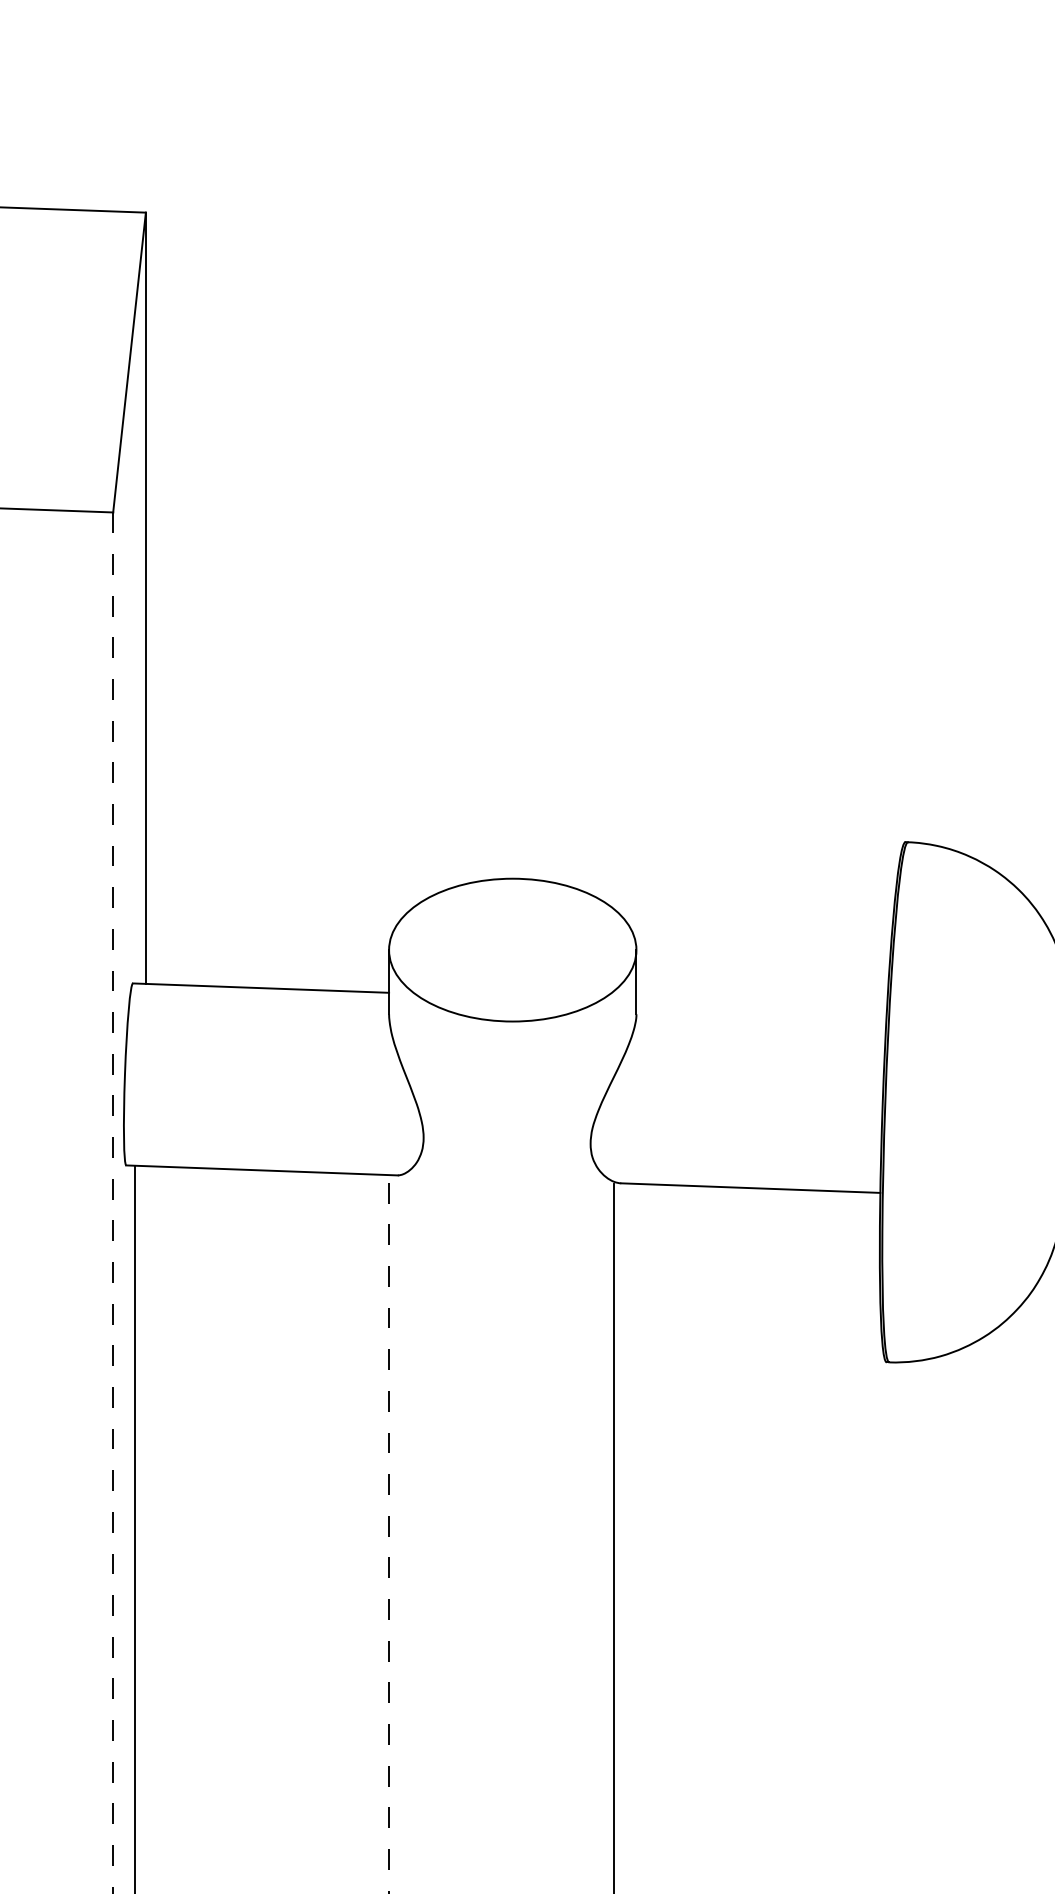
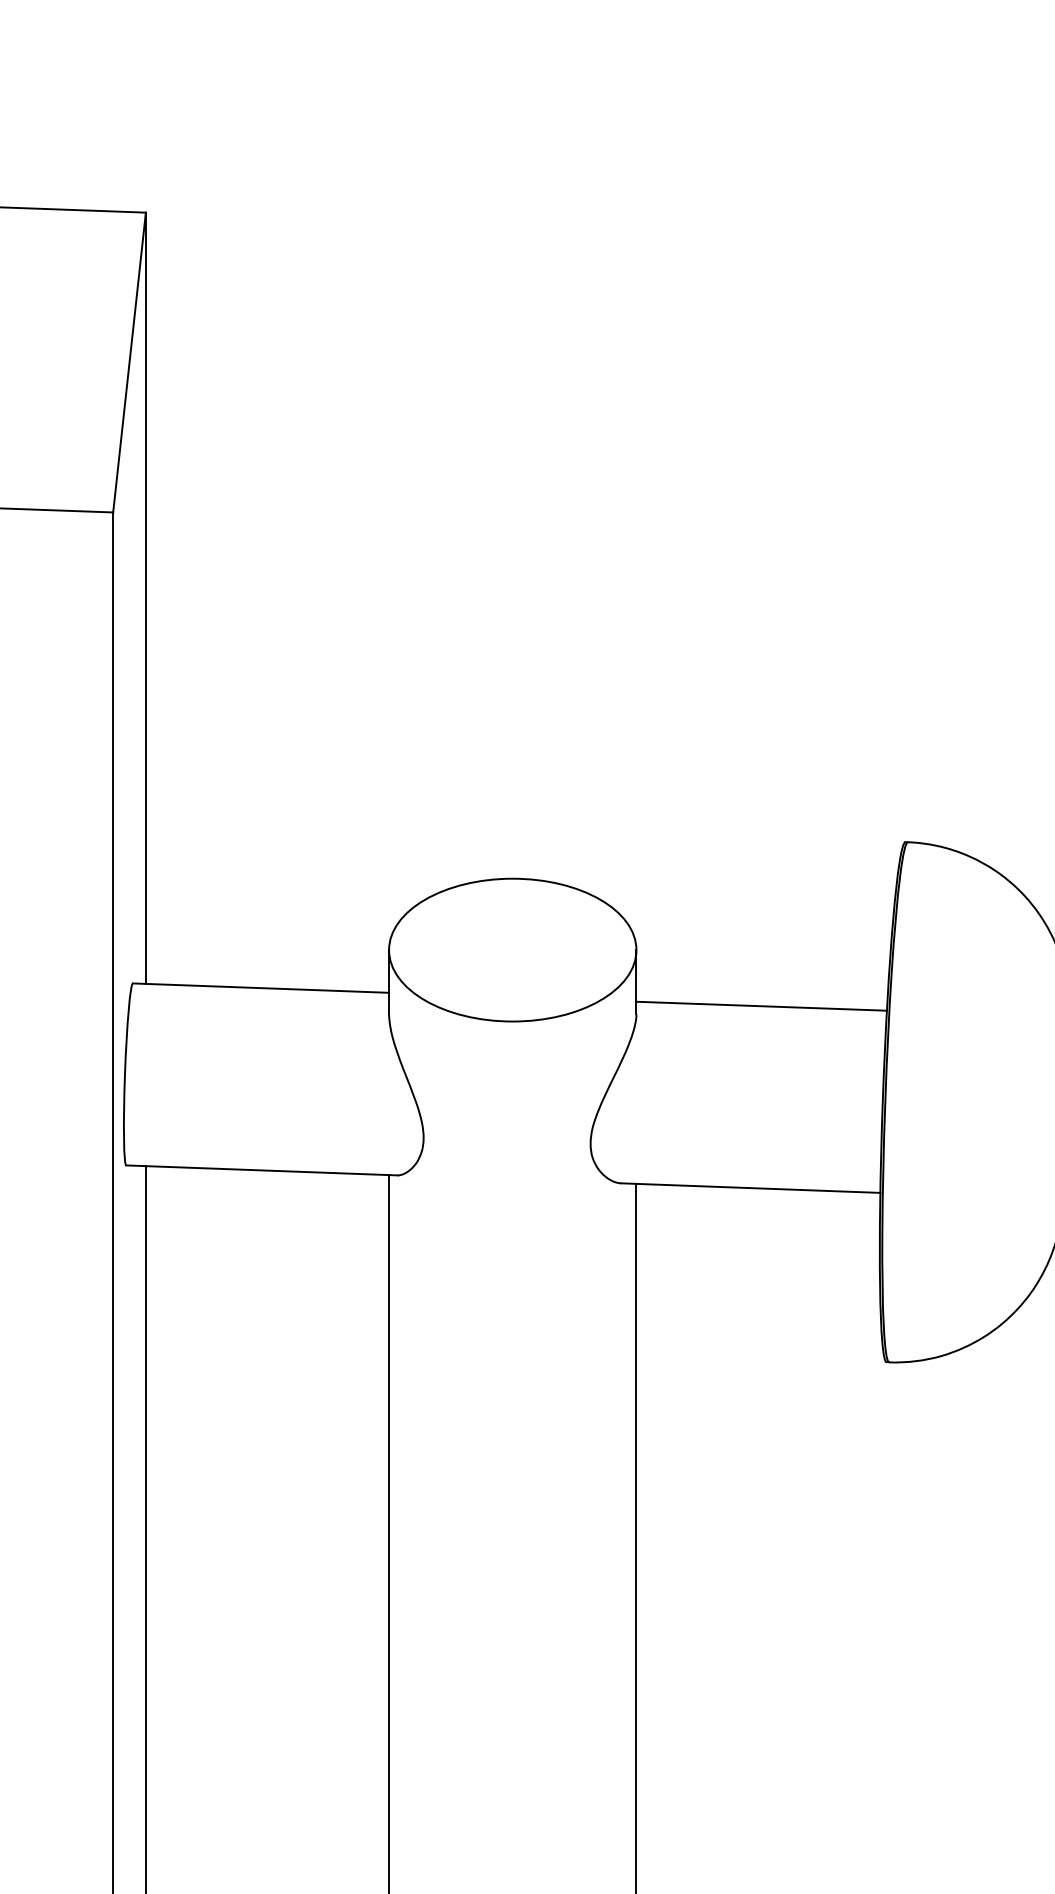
line at (761, 1005): none -> present
line at (113, 1203): dashed -> solid
line at (134, 1528) position: (134, 1528) -> (145, 1528)
line at (389, 1533): dashed -> solid
line at (614, 1536) position: (614, 1536) -> (636, 1536)
